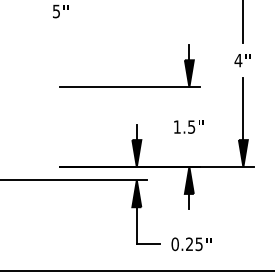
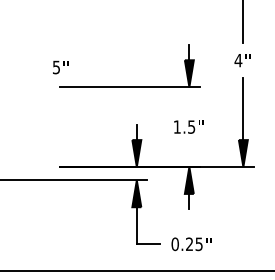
text at (60, 11) position: (60, 11) -> (60, 67)
